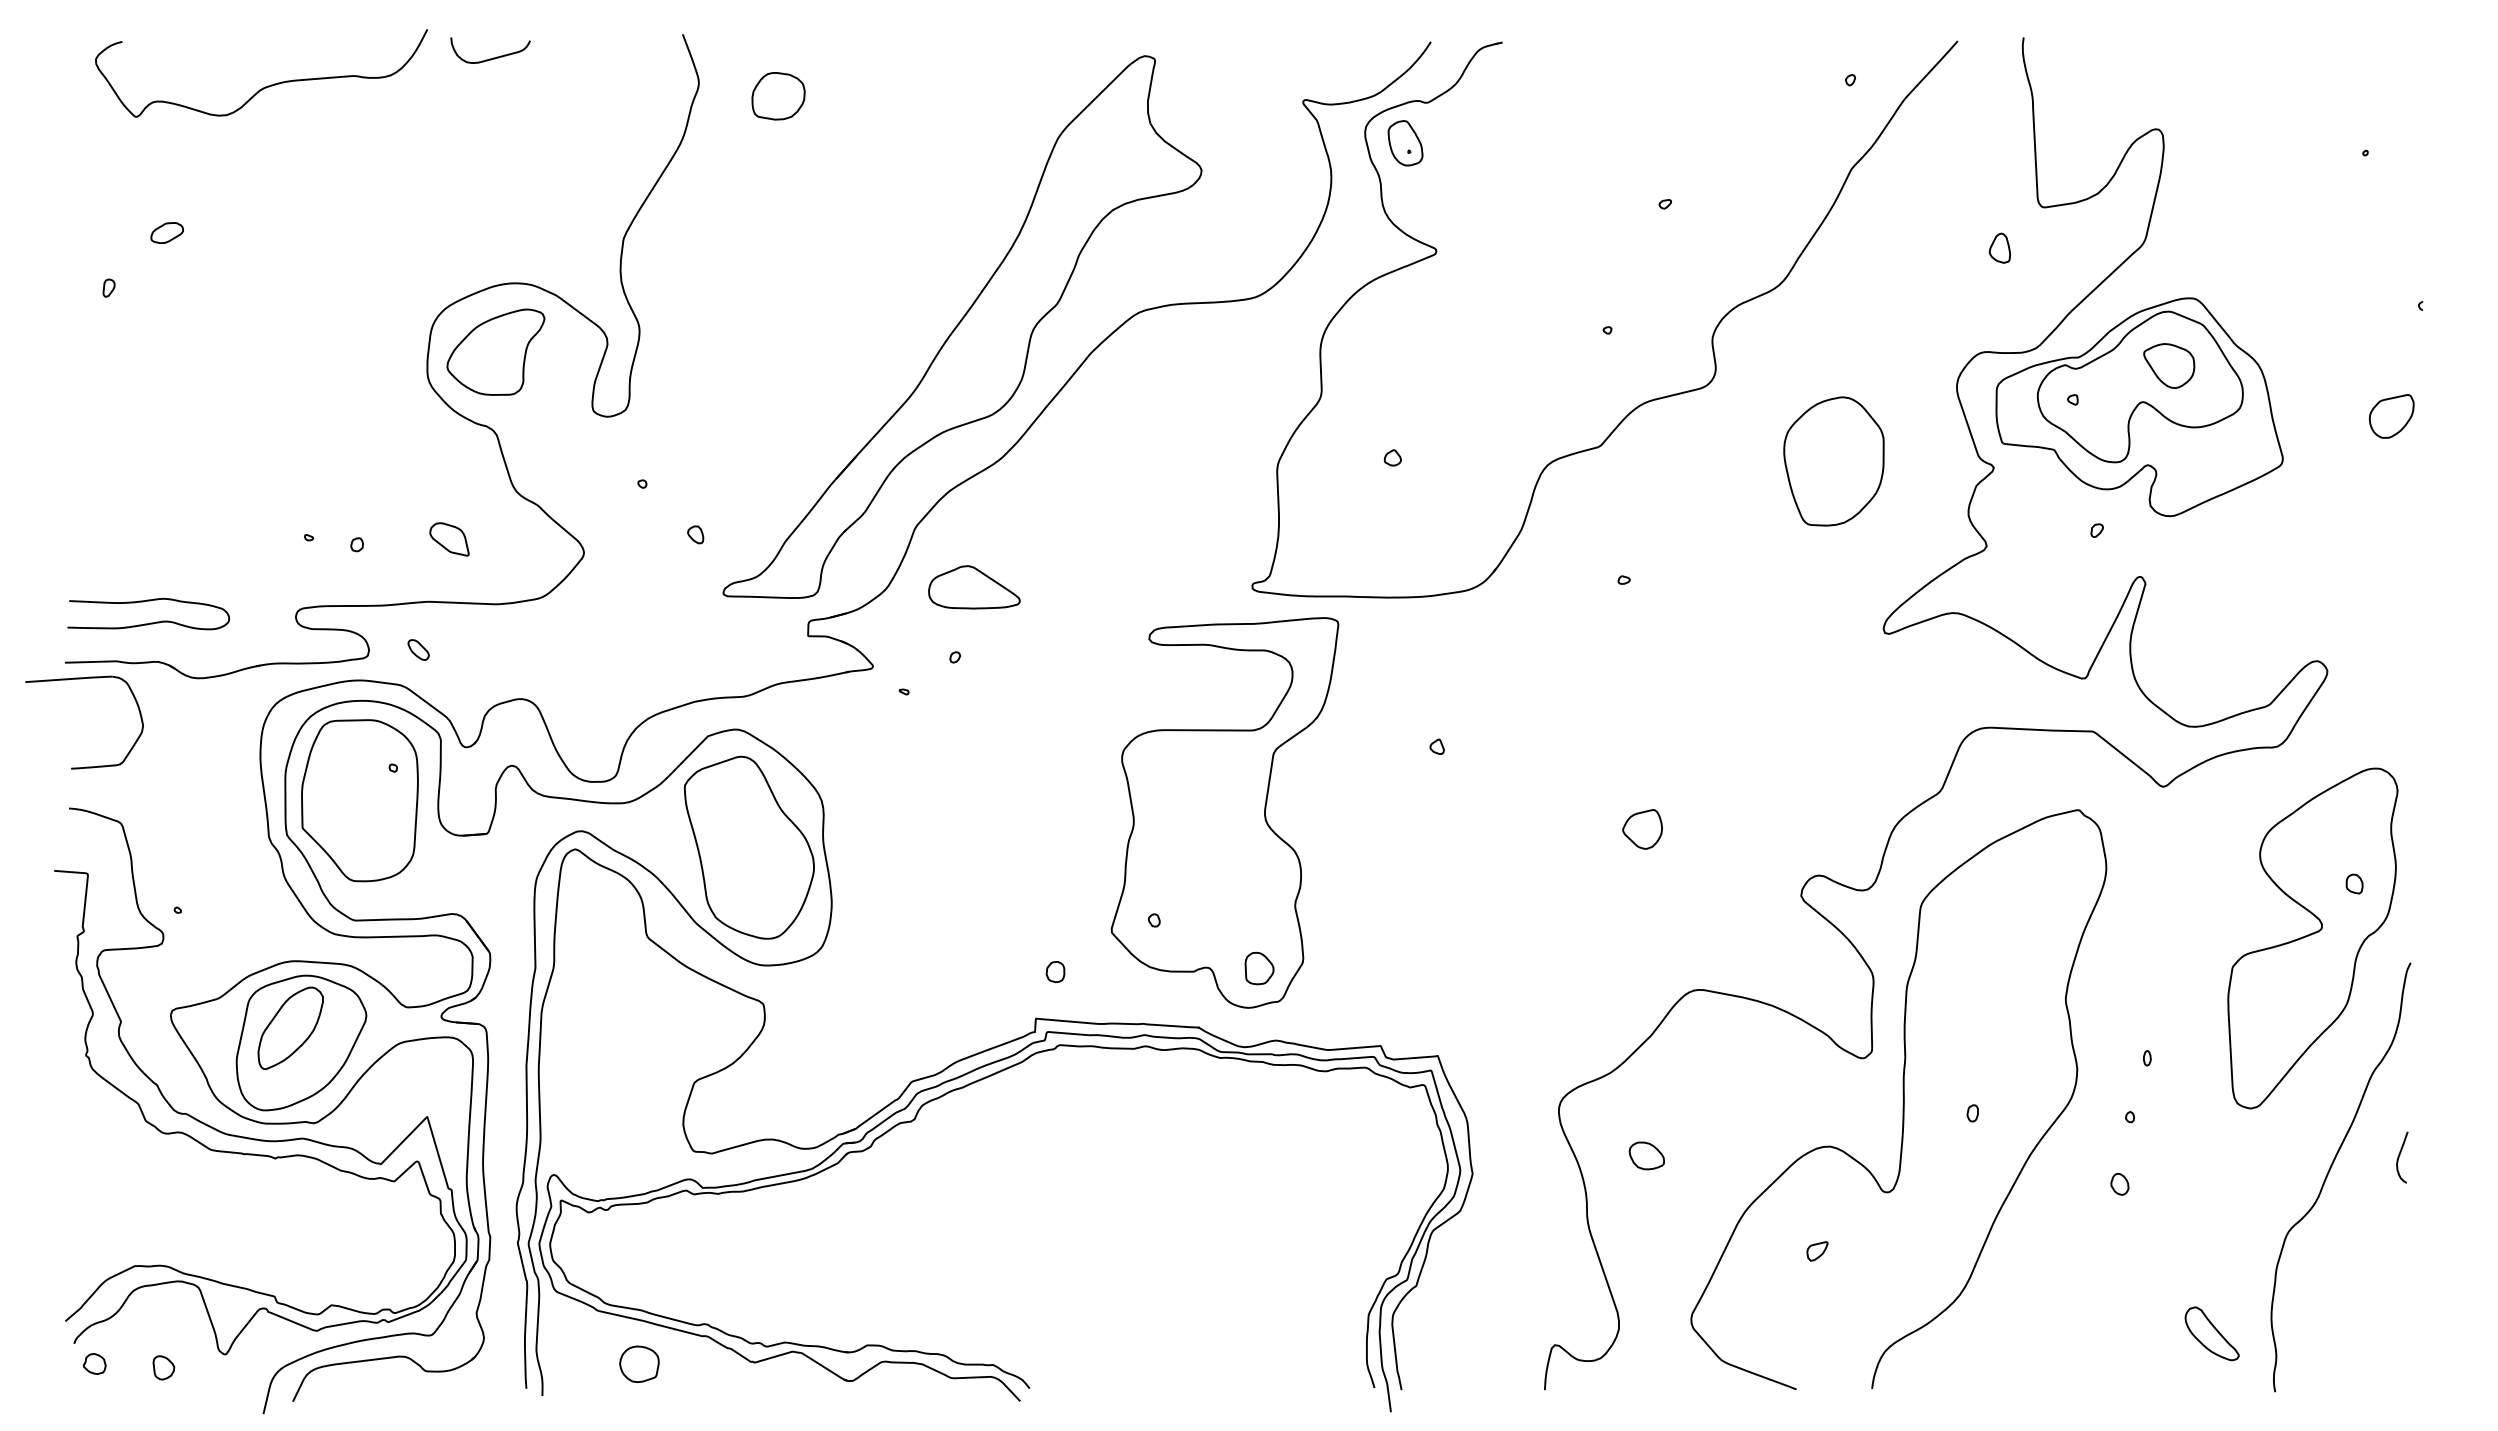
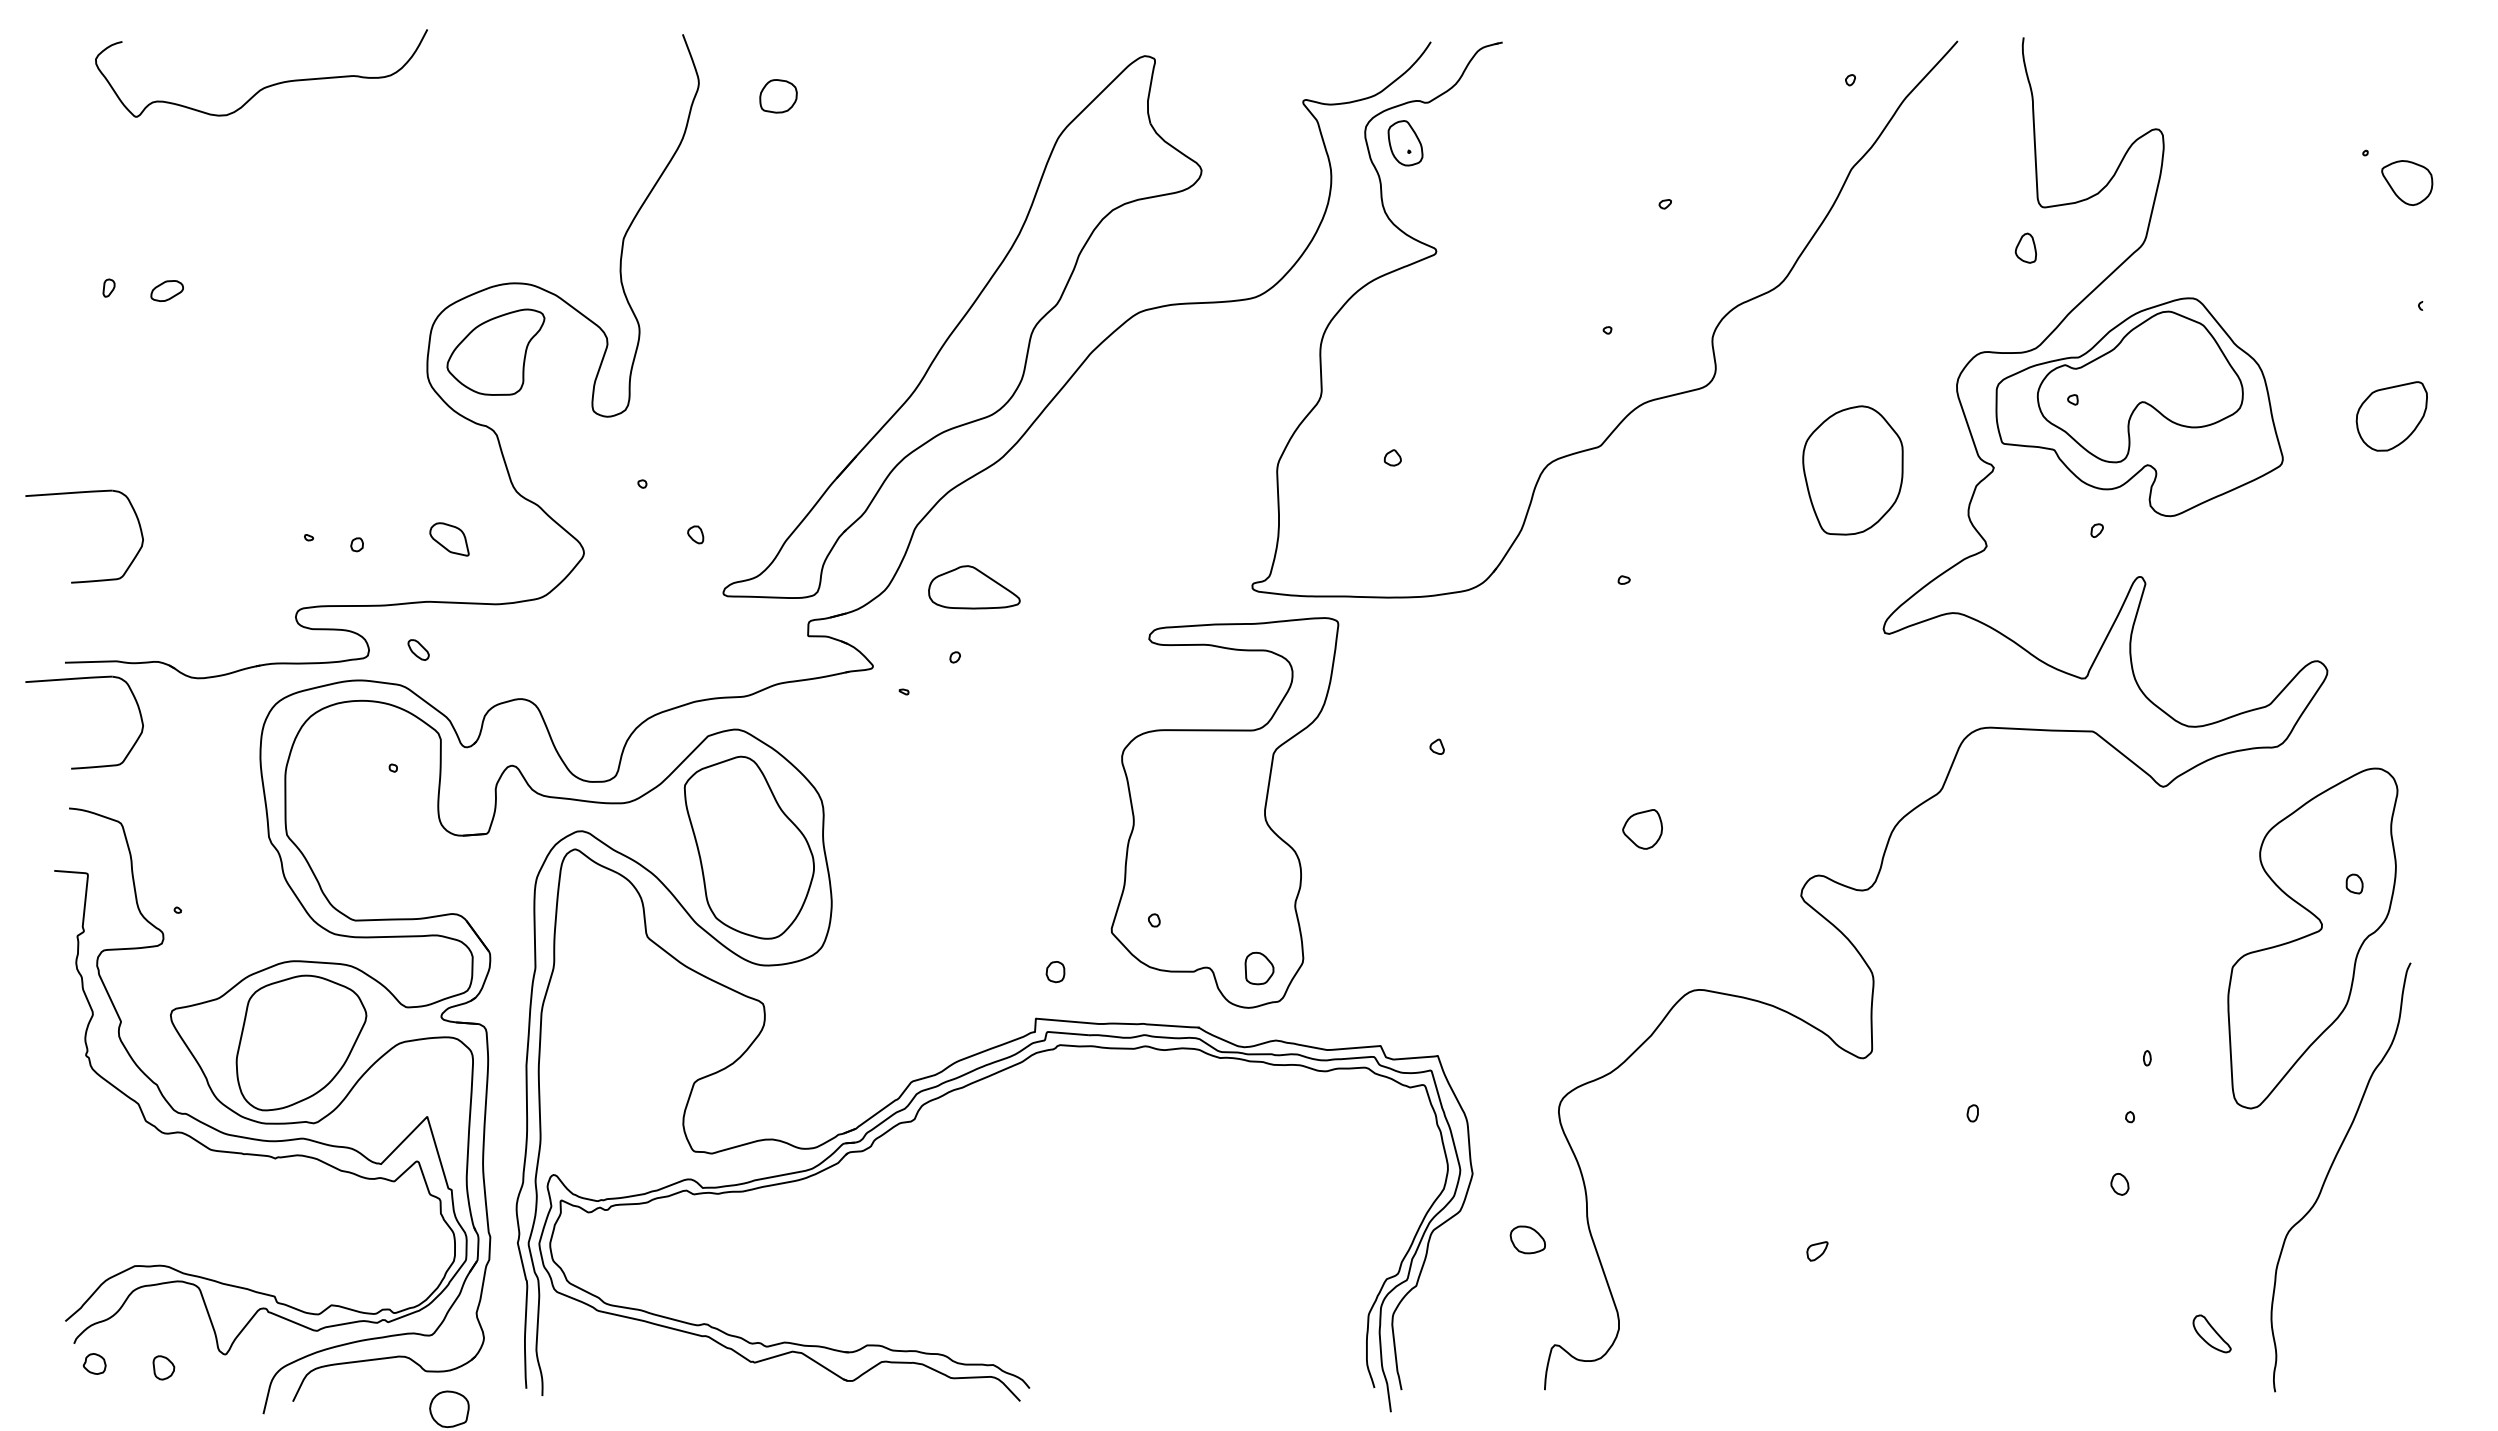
curve at (493, 57): present -> none
part at (778, 96) size: 55x49 px -> 39x35 px
part at (166, 232) position: (166, 232) -> (166, 290)
part at (1999, 247) position: (1999, 247) -> (2025, 247)
part at (2169, 365) position: (2169, 365) -> (2407, 182)
part at (2391, 416) size: 47x45 px -> 73x71 px
part at (1833, 461) position: (1833, 461) -> (1852, 470)
part at (82, 493): none -> present
curve at (150, 622): present -> none
part at (359, 800): present -> none
part at (290, 1027): present -> none
curve at (1903, 1099): present -> none
part at (1646, 1155) position: (1646, 1155) -> (1527, 1239)
curve at (2400, 1155): present -> none
part at (2211, 1333) size: 56x56 px -> 40x40 px
part at (639, 1363) position: (639, 1363) -> (449, 1408)
